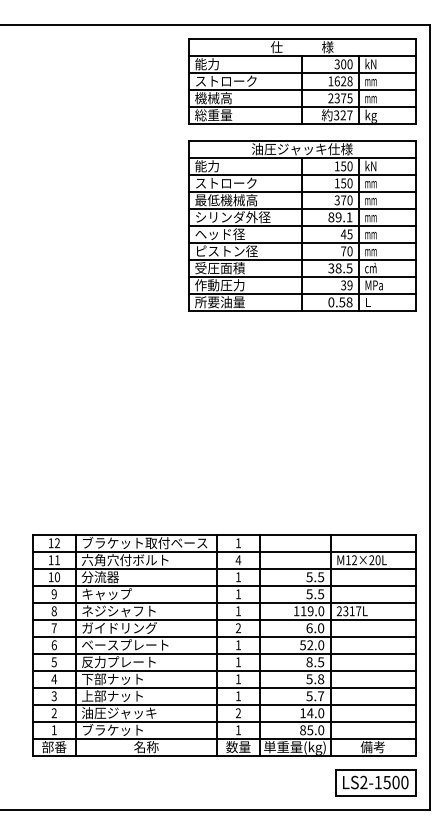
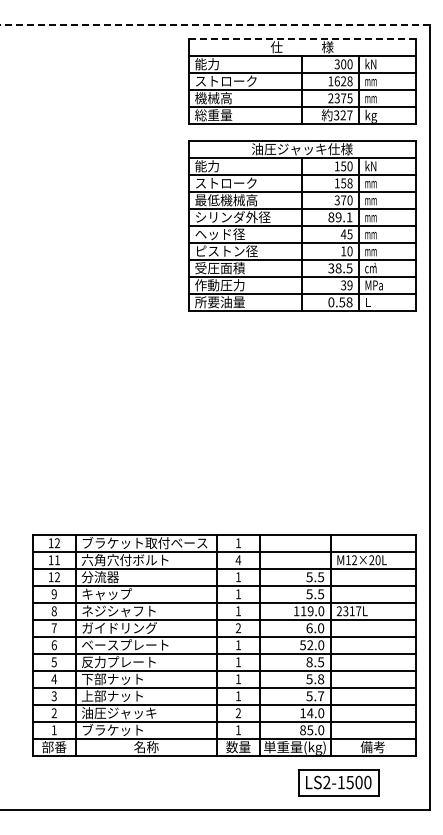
line at (214, 25): solid -> dashed
line at (302, 39): solid -> dashed
text at (349, 183): 150 -> 158
text at (343, 251): 70 -> 10
text at (57, 577): 10 -> 12
part at (375, 782) position: (375, 782) -> (338, 782)
